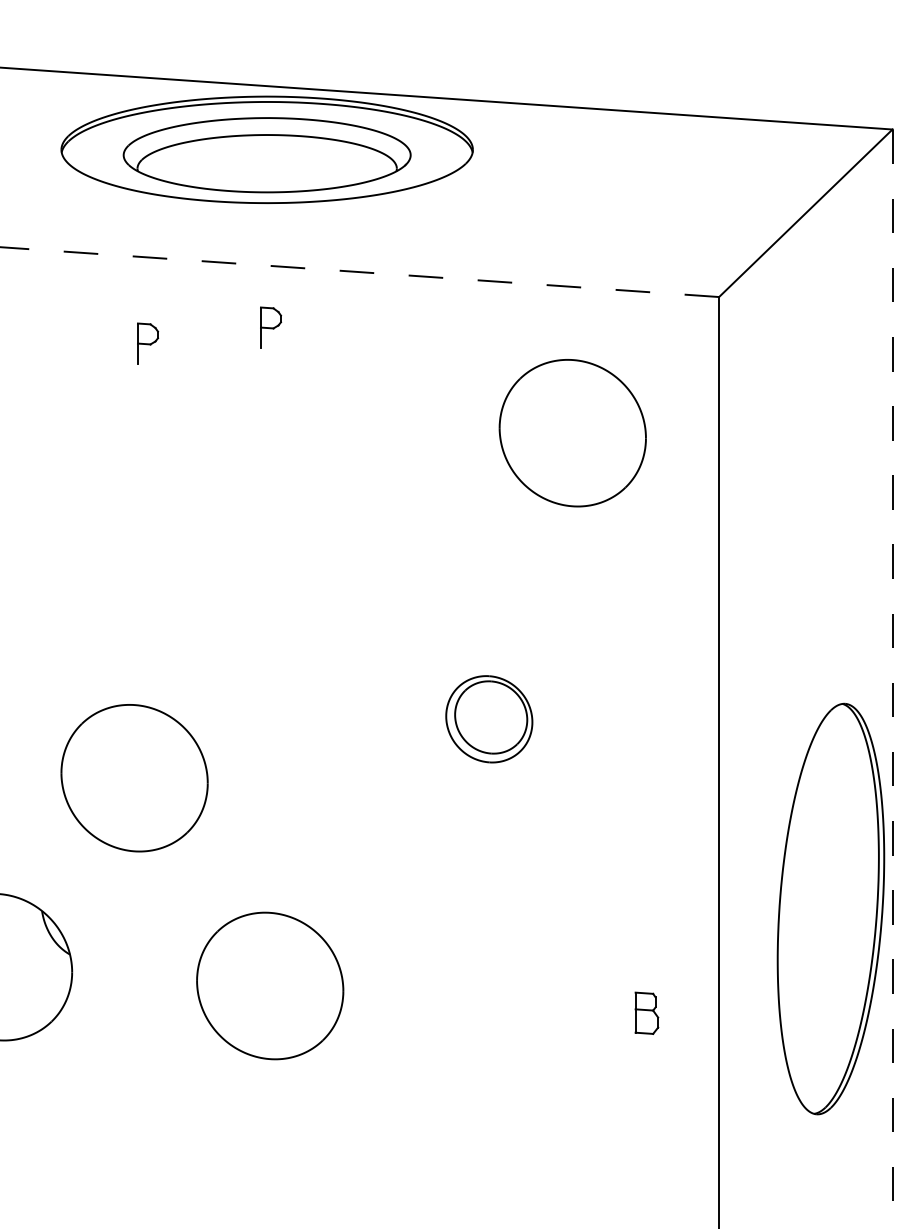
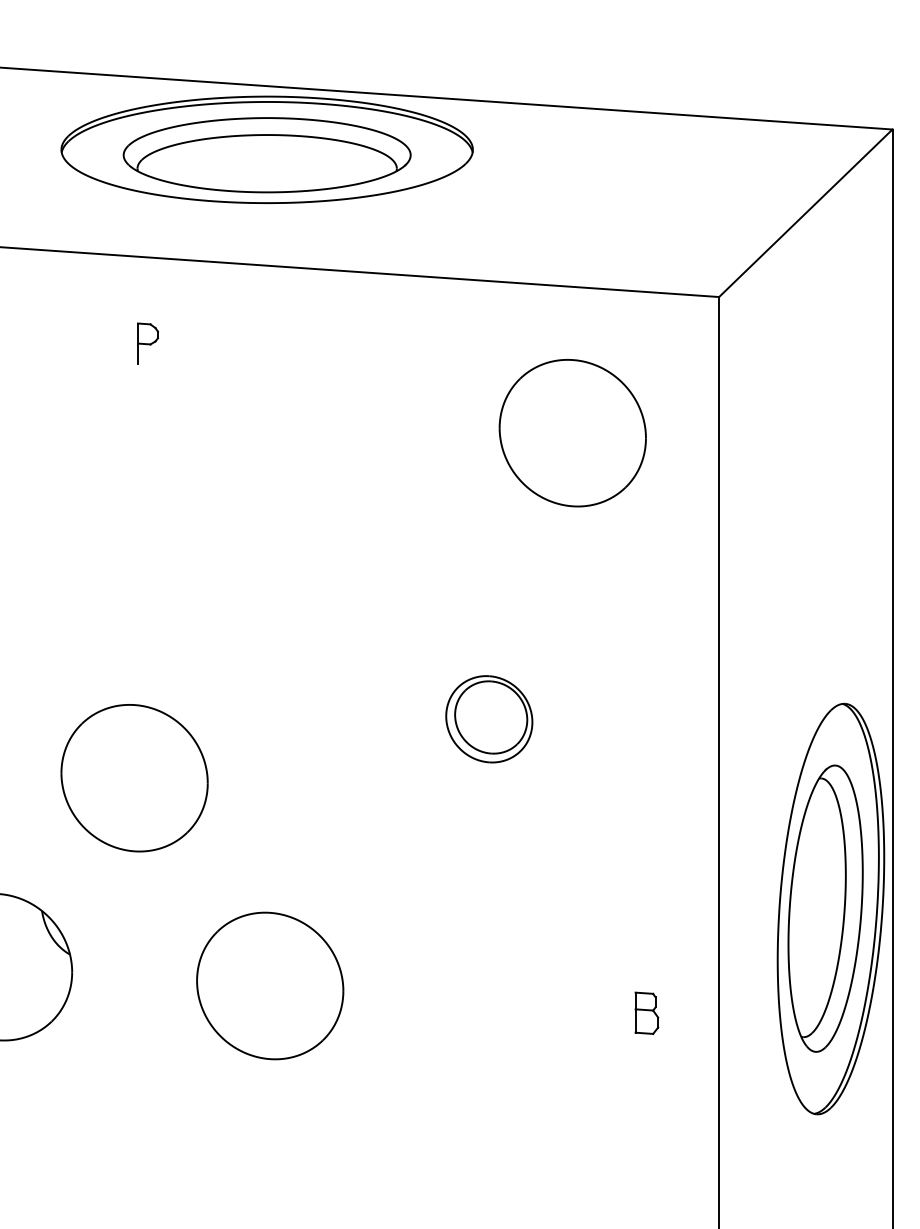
line at (359, 272): dashed -> solid
part at (271, 327): present -> none
line at (892, 679): dashed -> solid
part at (825, 908): none -> present
